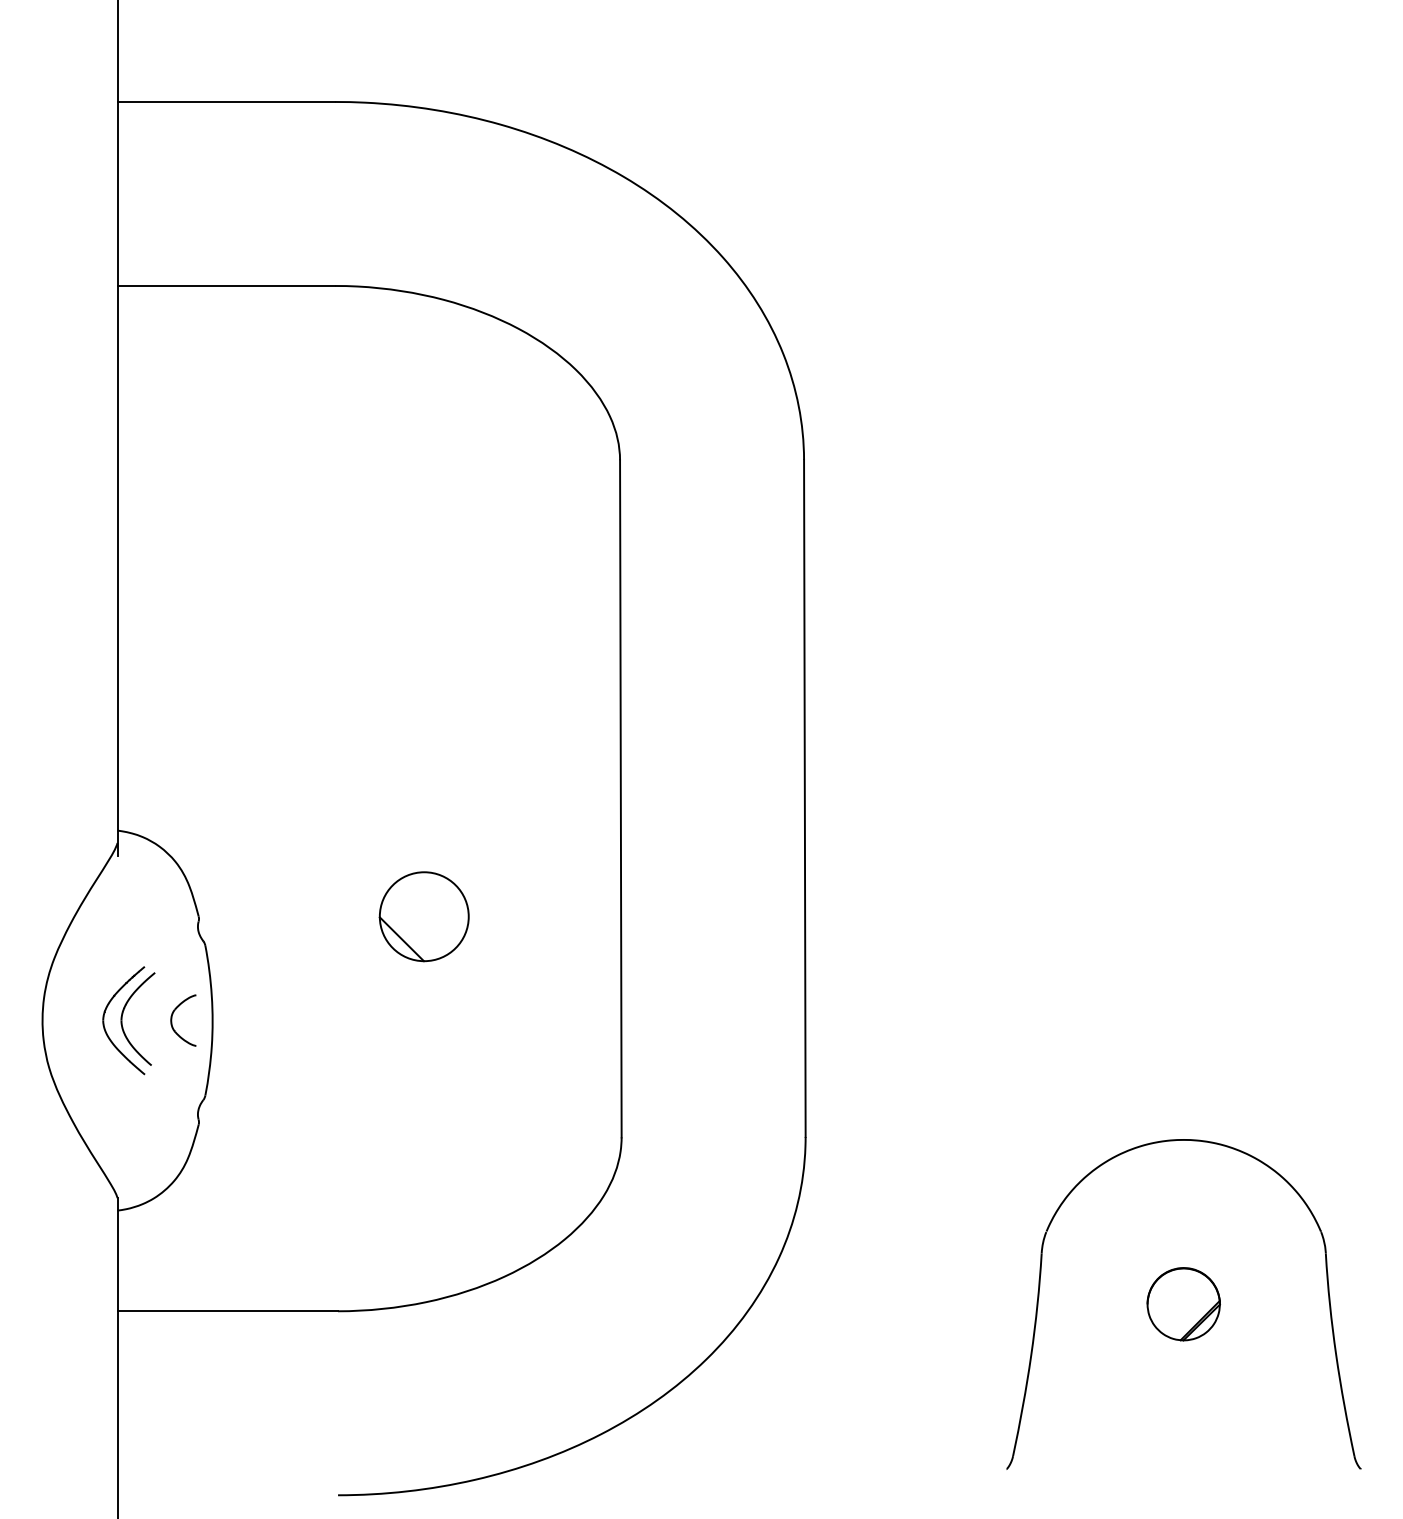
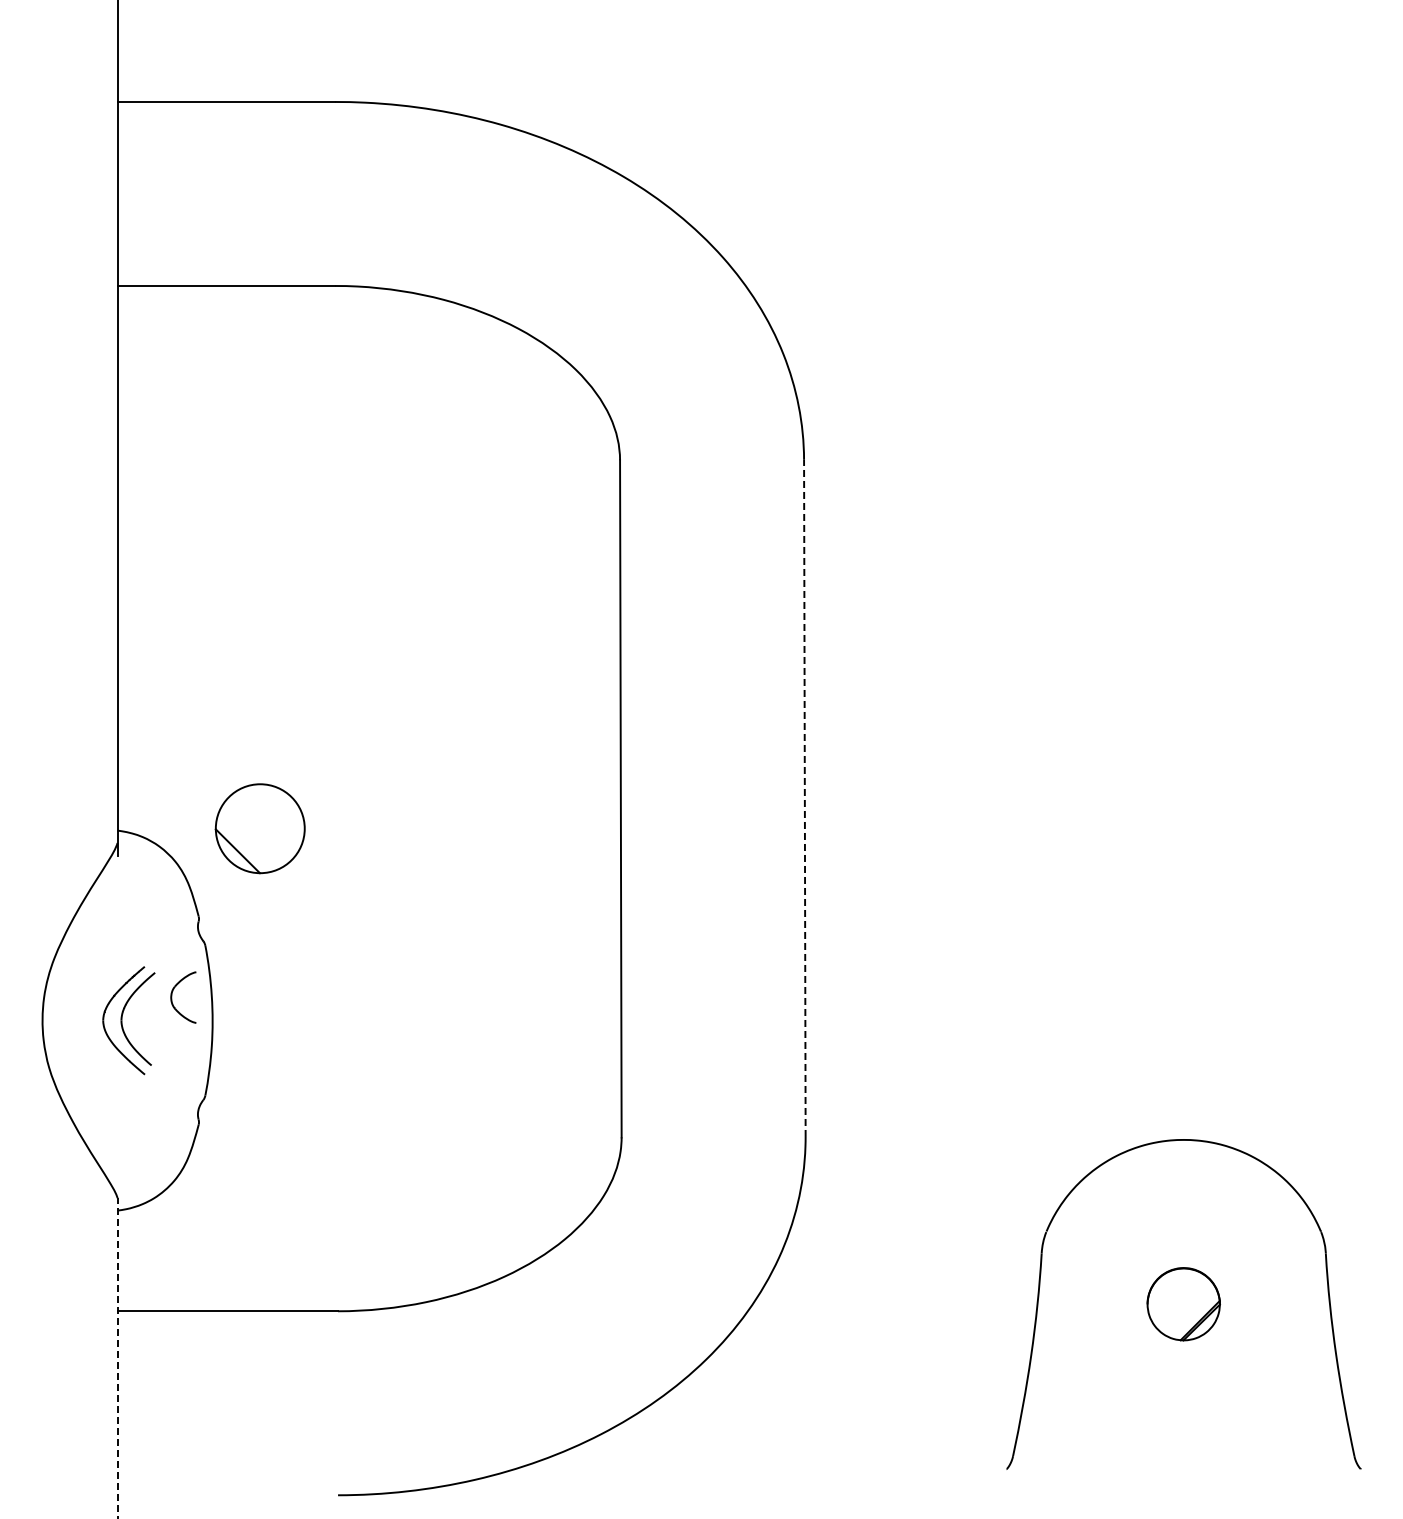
line at (804, 798): solid -> dashed
part at (423, 916) position: (423, 916) -> (259, 828)
part at (172, 1020) position: (172, 1020) -> (172, 997)
line at (117, 1358): solid -> dashed
